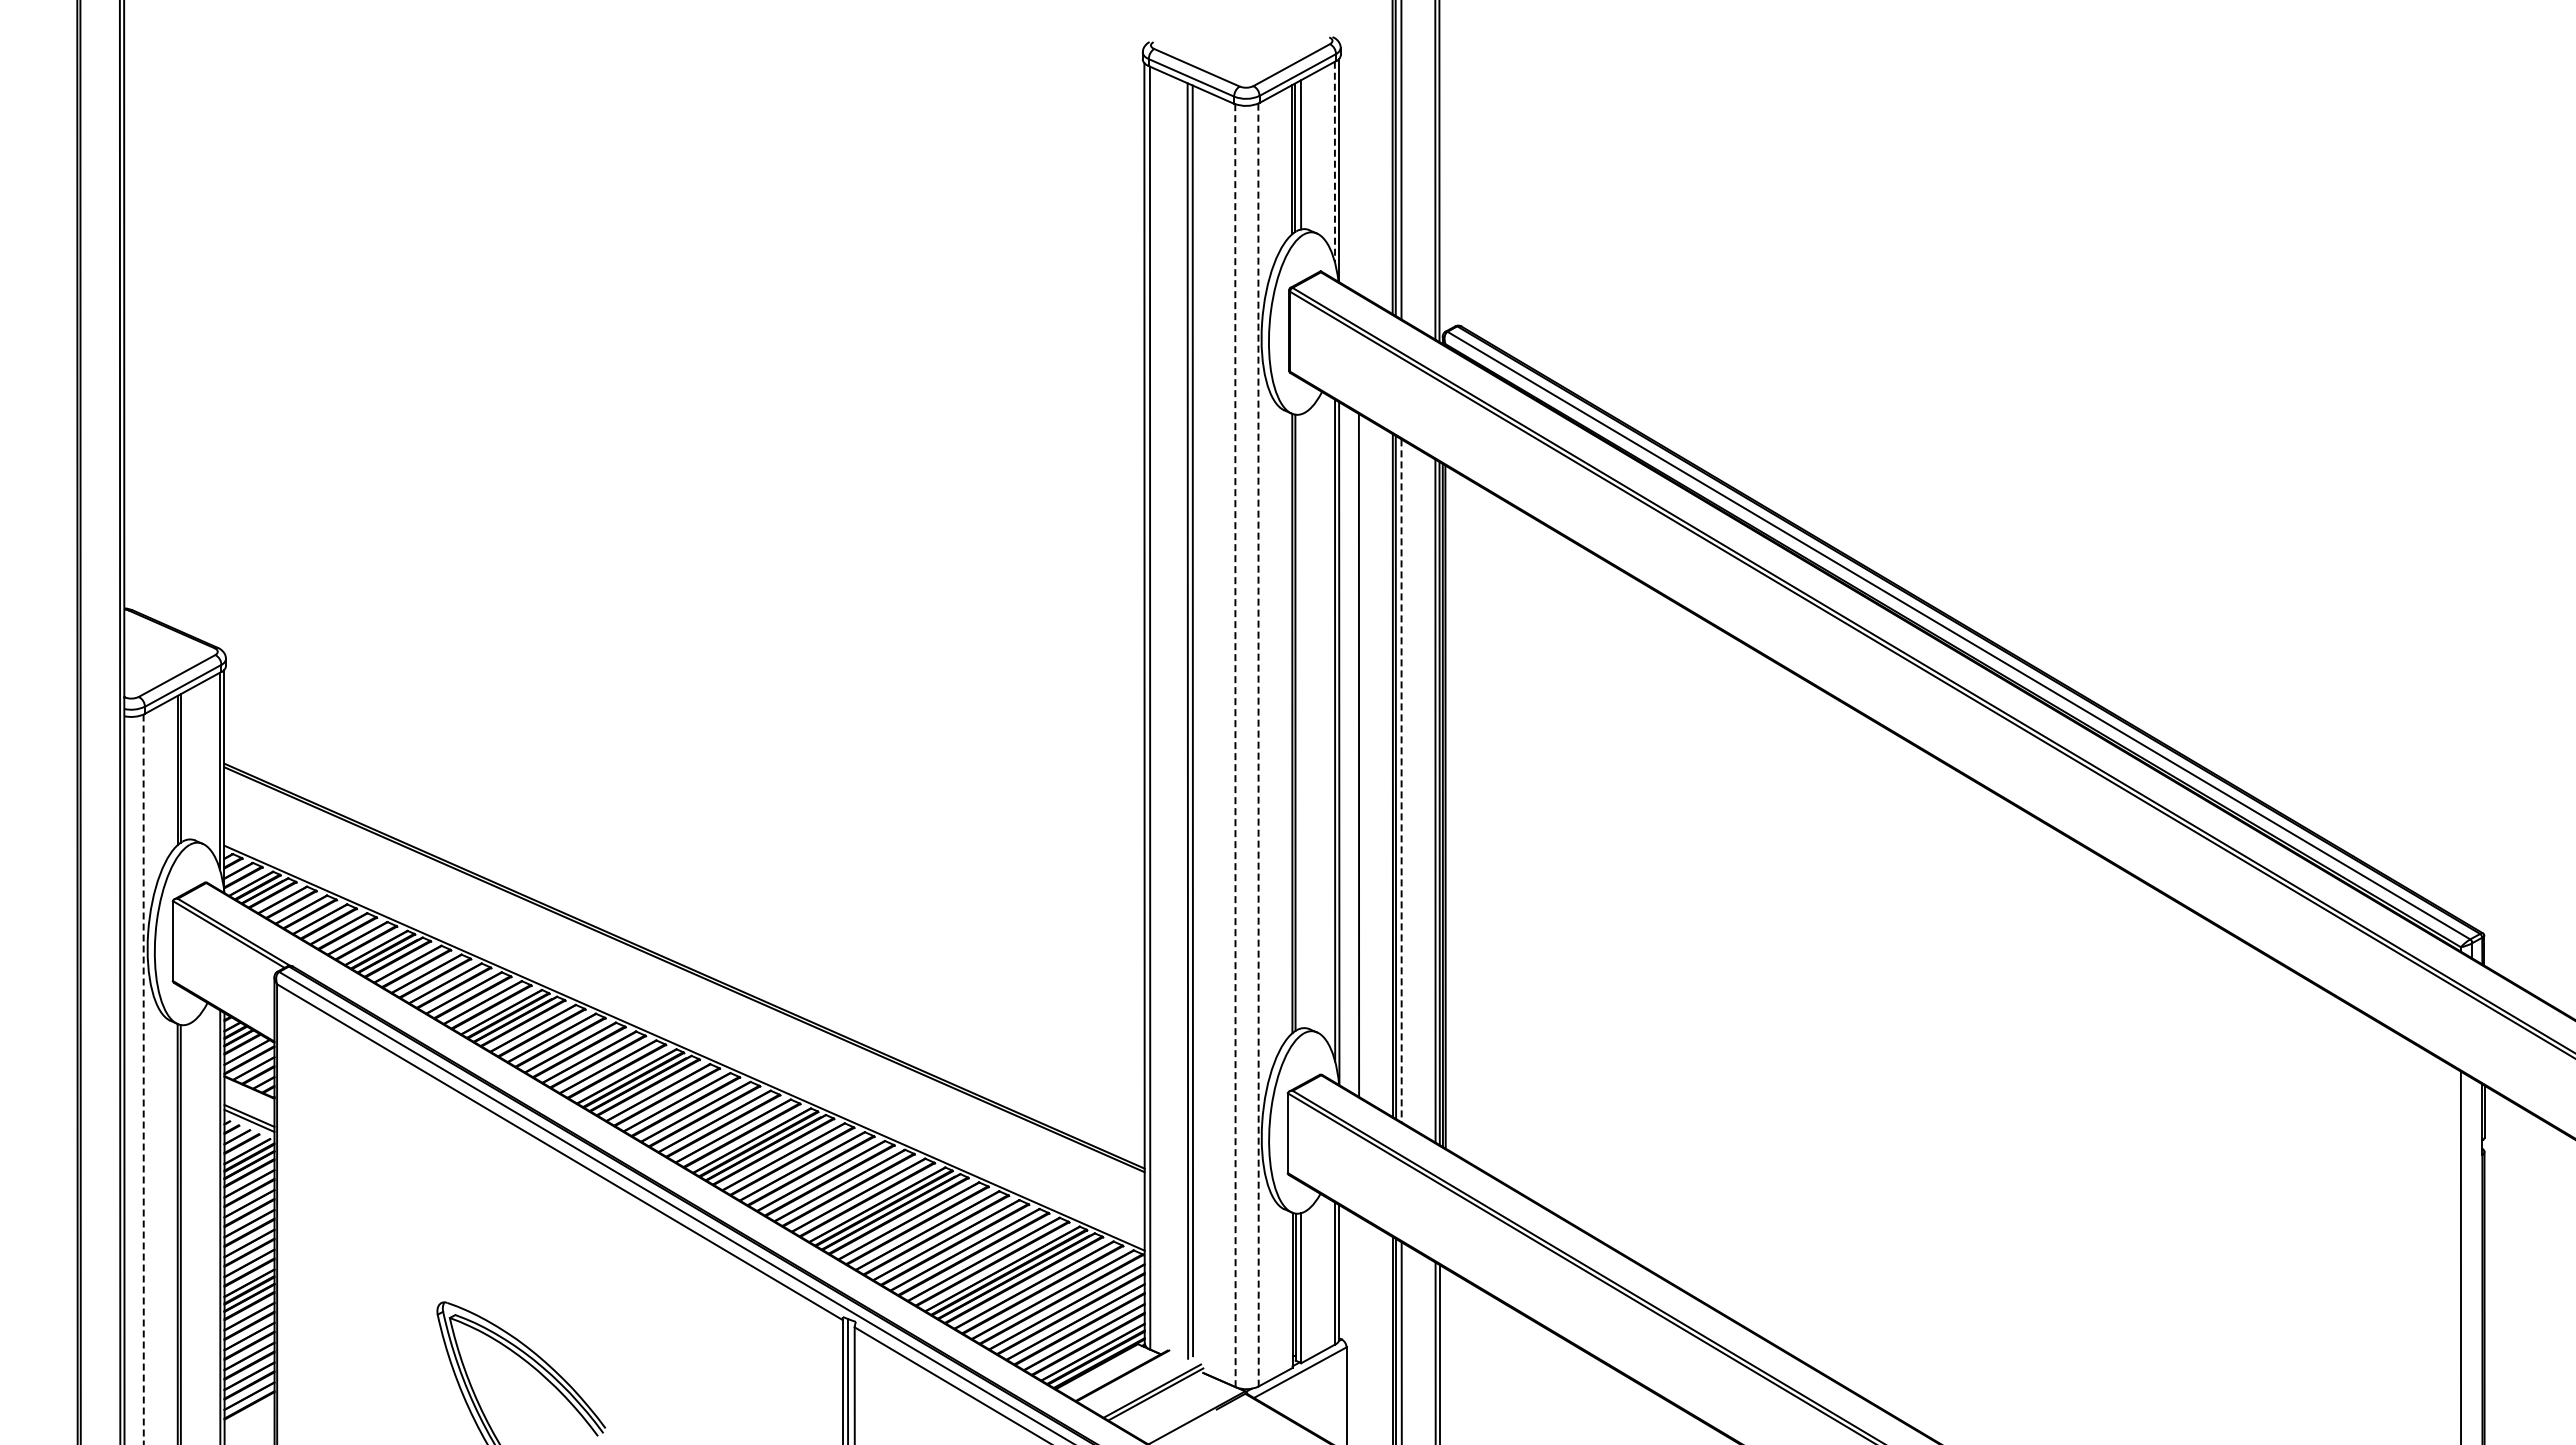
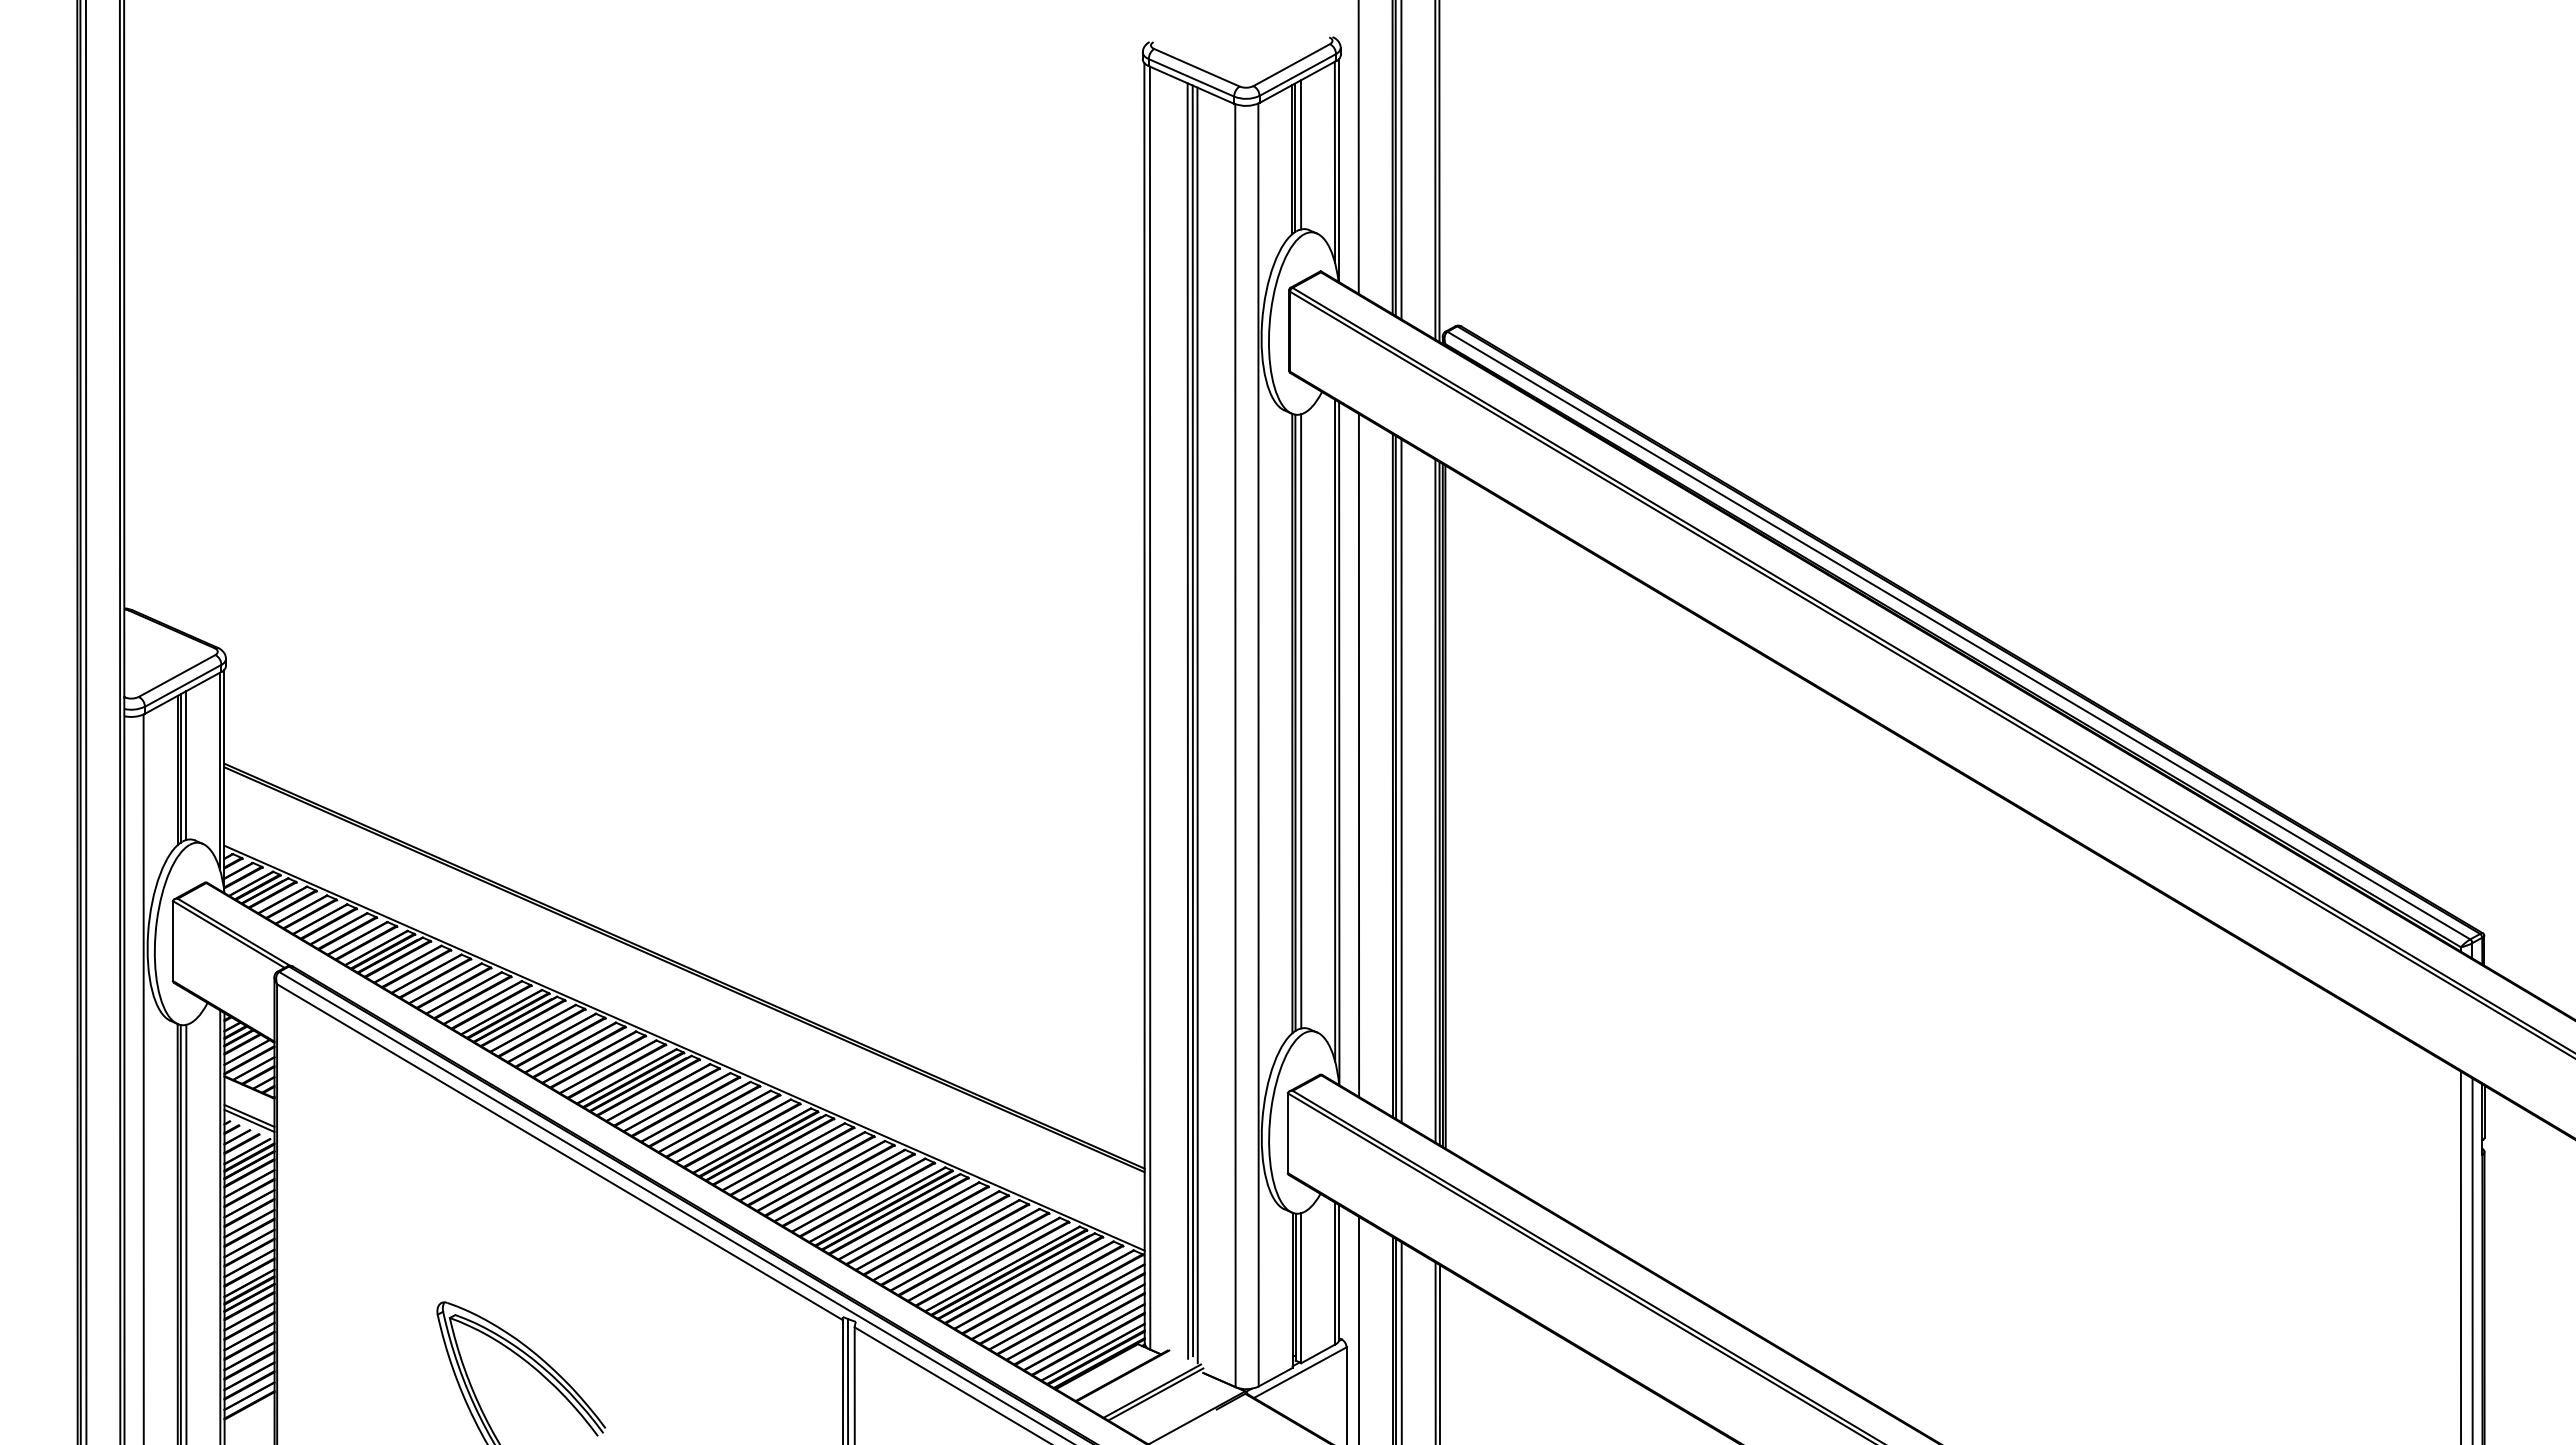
line at (1358, 147): none -> present
line at (1334, 162): dashed -> solid
line at (85, 721): none -> present
line at (1301, 721): none -> present
line at (1197, 725): none -> present
line at (1258, 745): dashed -> solid
line at (1235, 746): dashed -> solid
line at (186, 765): none -> present
line at (1401, 781): dashed -> solid
line at (143, 1079): dashed -> solid
line at (186, 1232): none -> present
line at (2472, 1259): none -> present
line at (1359, 1328): none -> present
